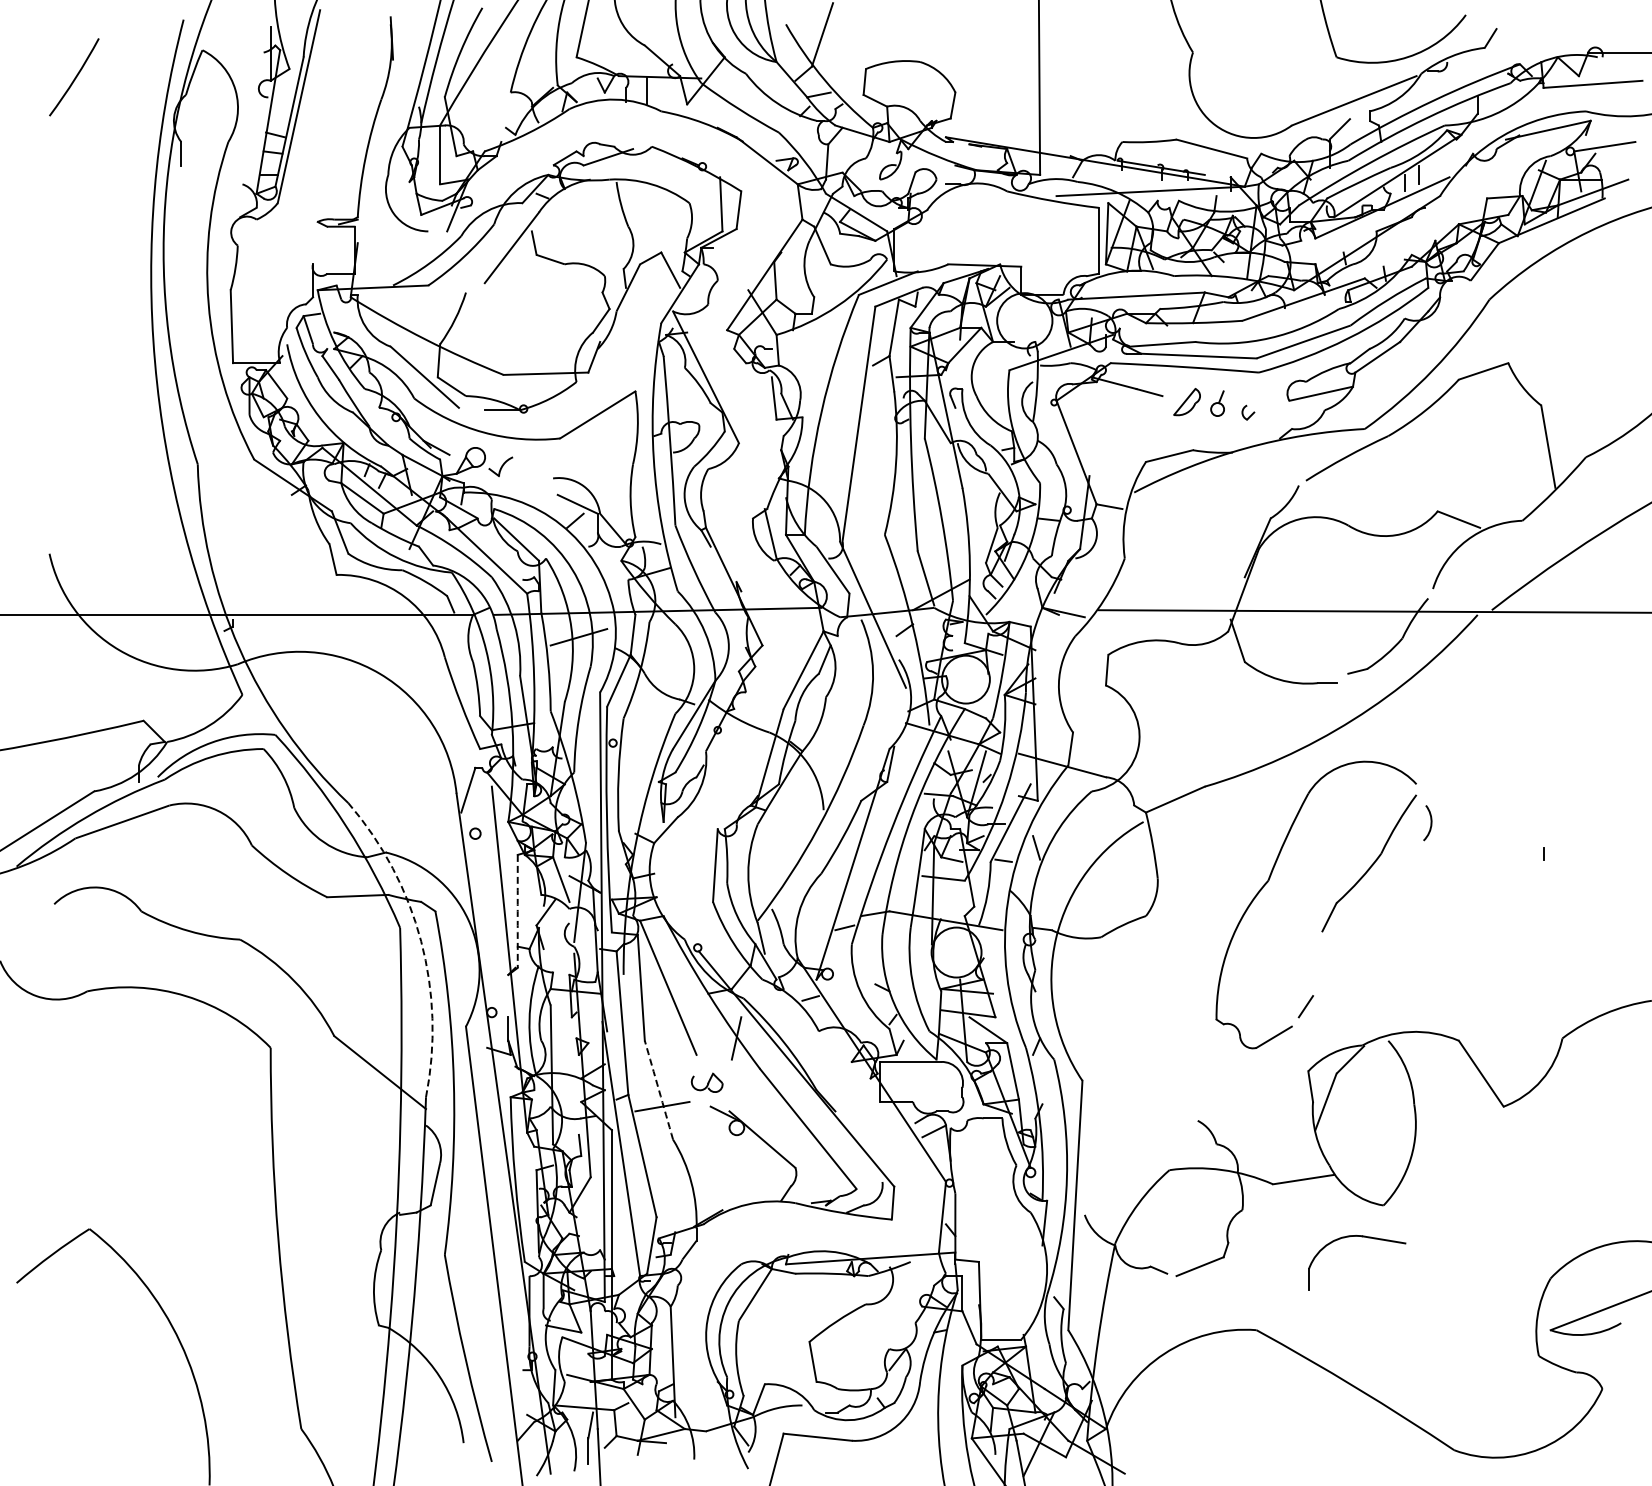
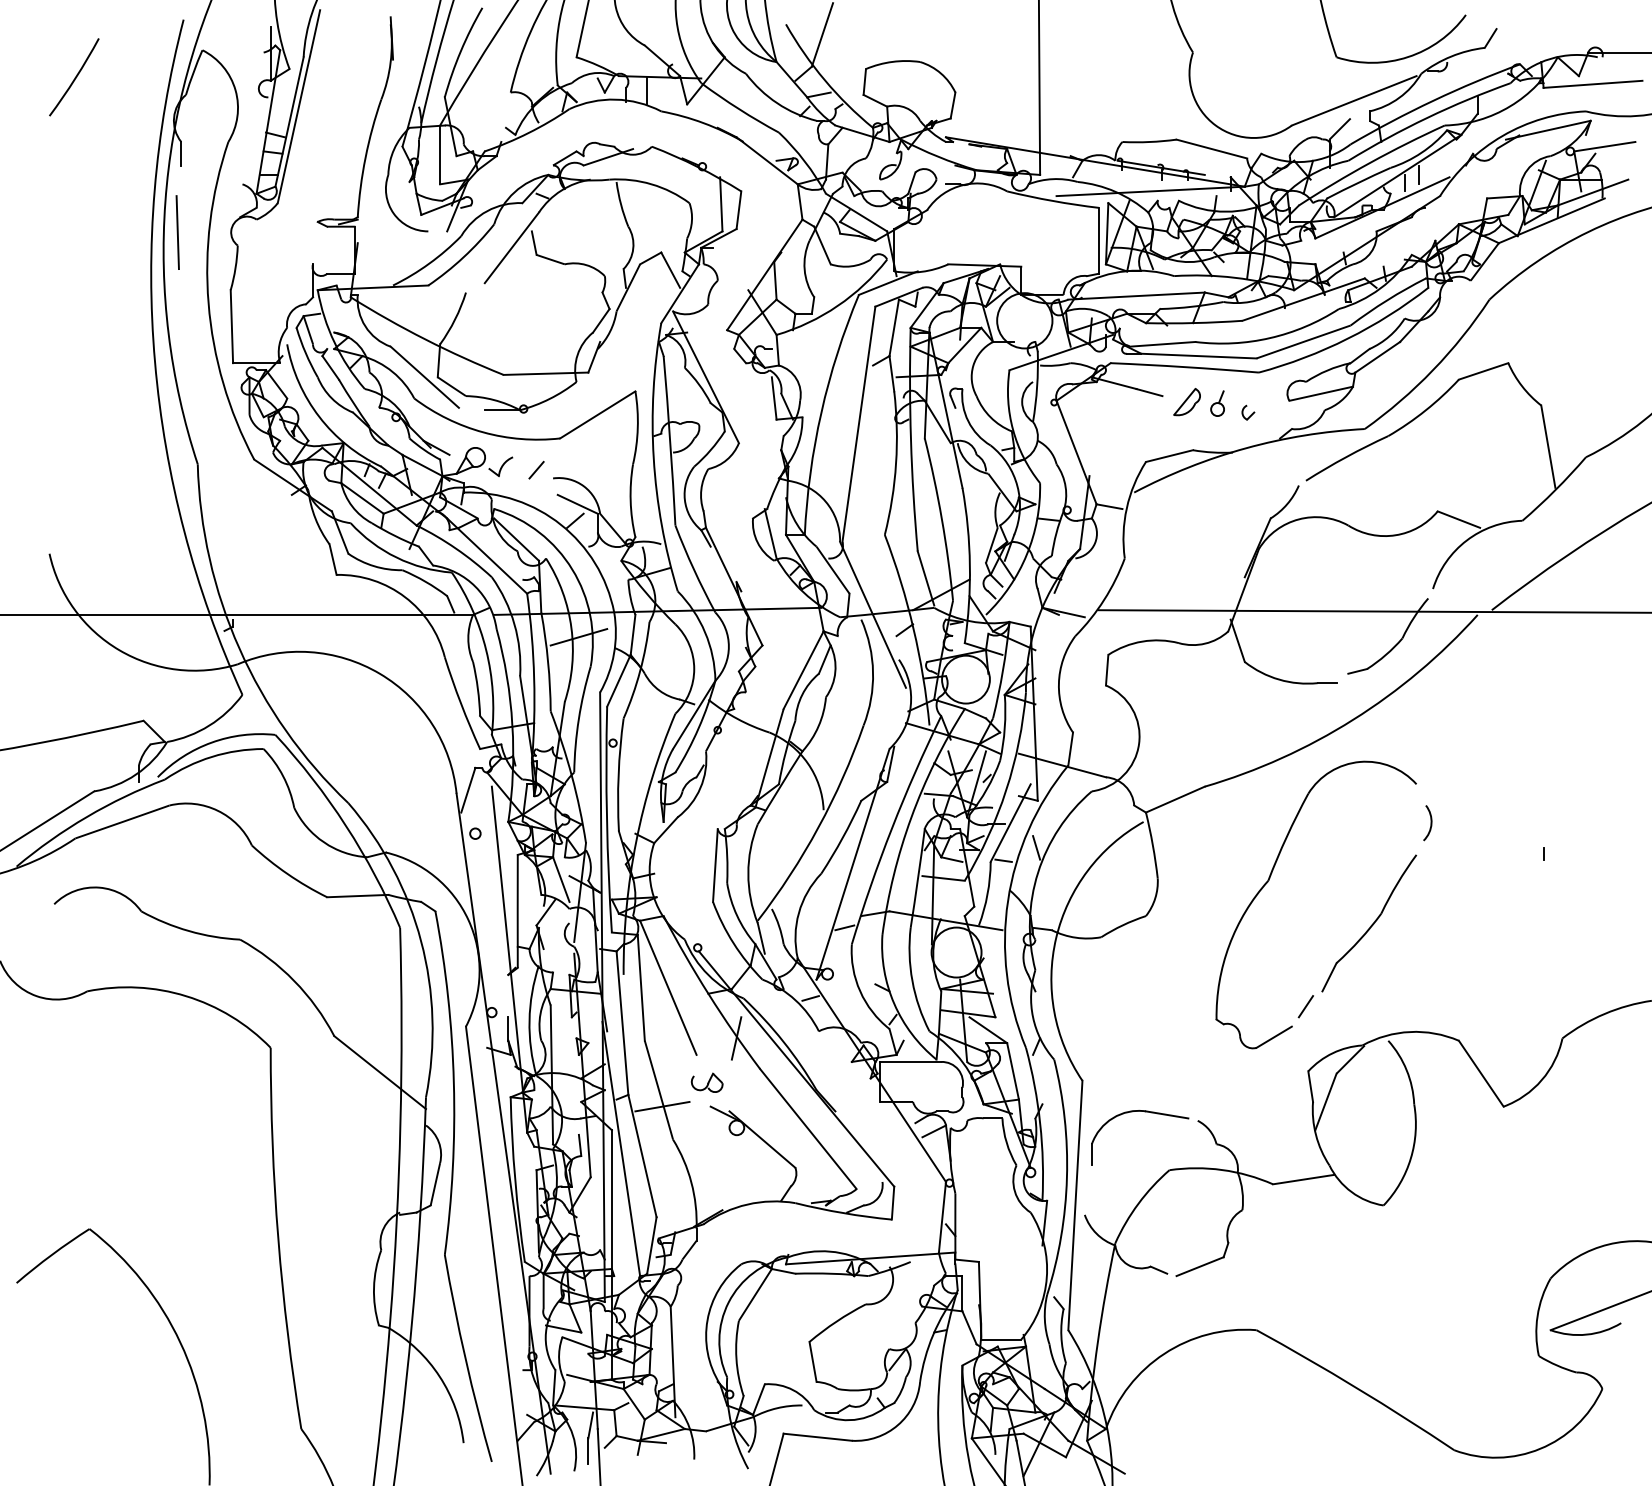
line at (177, 232): none -> present
line at (536, 469): none -> present
part at (1369, 863) position: (1369, 863) -> (1369, 923)
arc at (517, 911): dashed -> solid
arc at (421, 941): dashed -> solid
arc at (658, 1090): dashed -> solid
part at (1361, 1237) position: (1361, 1237) -> (1144, 1112)
